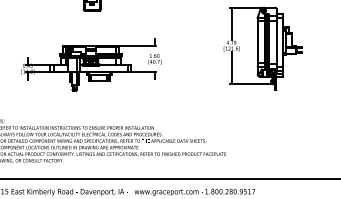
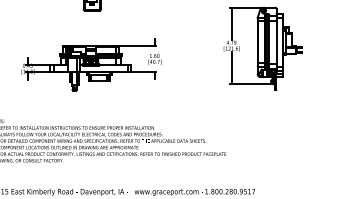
line at (169, 178): present -> none
